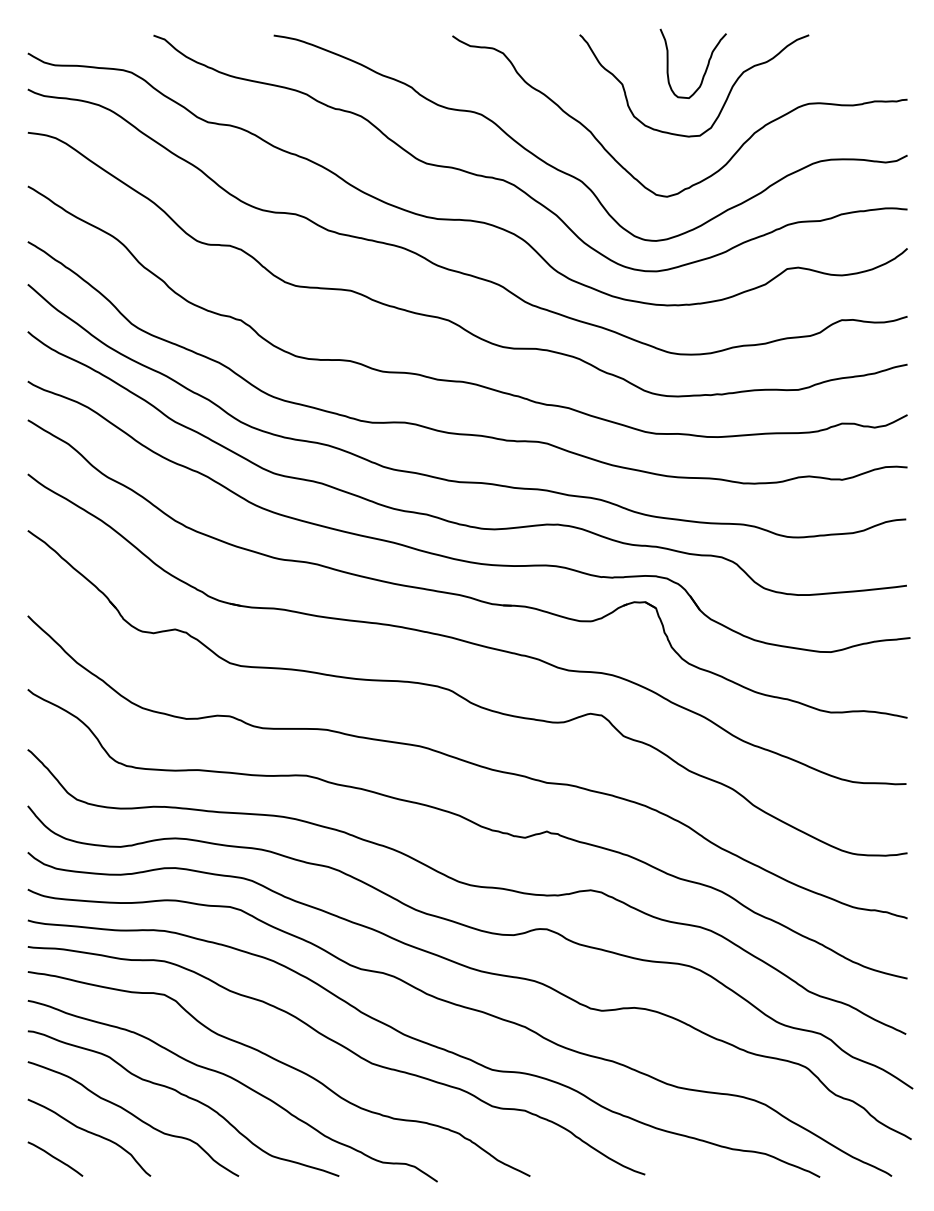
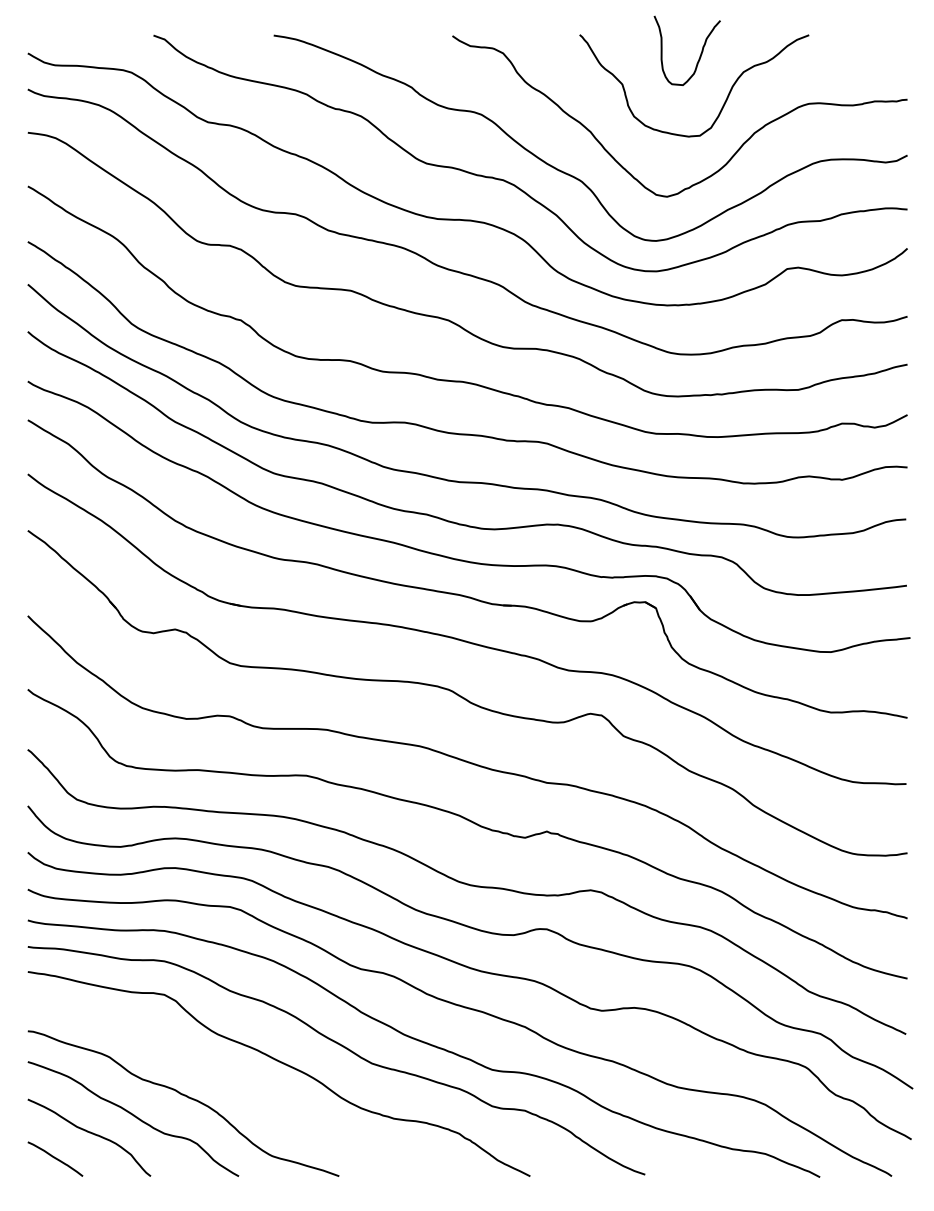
curve at (706, 66) position: (706, 66) -> (700, 53)
curve at (237, 1082): present -> none
